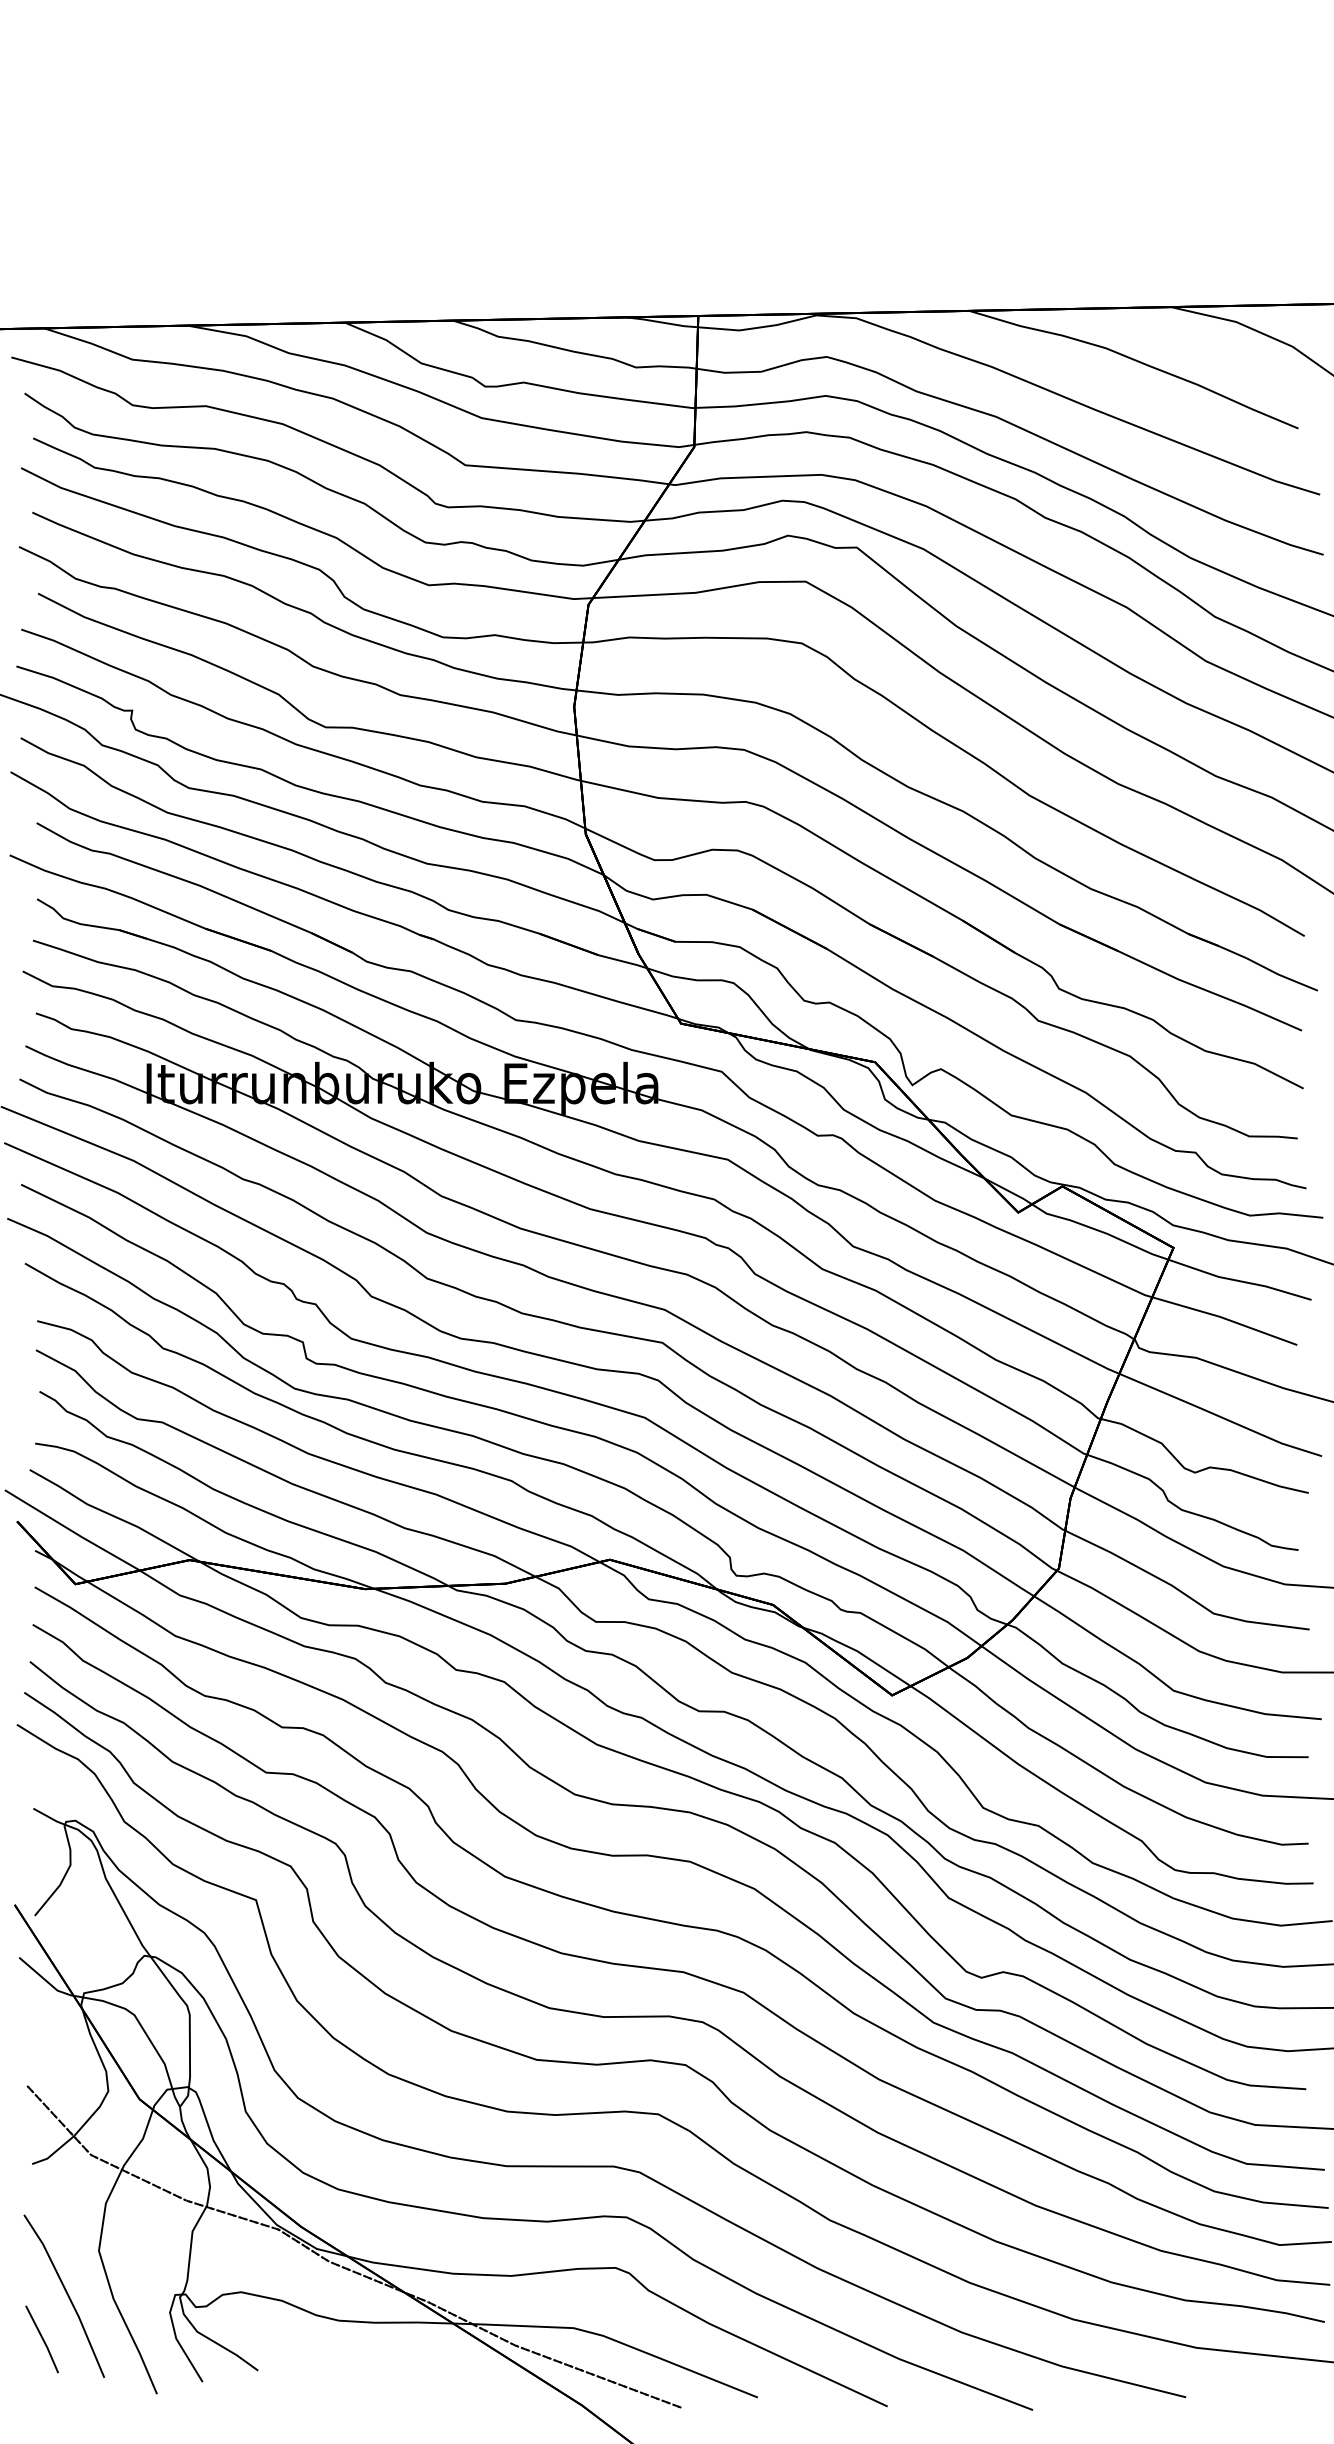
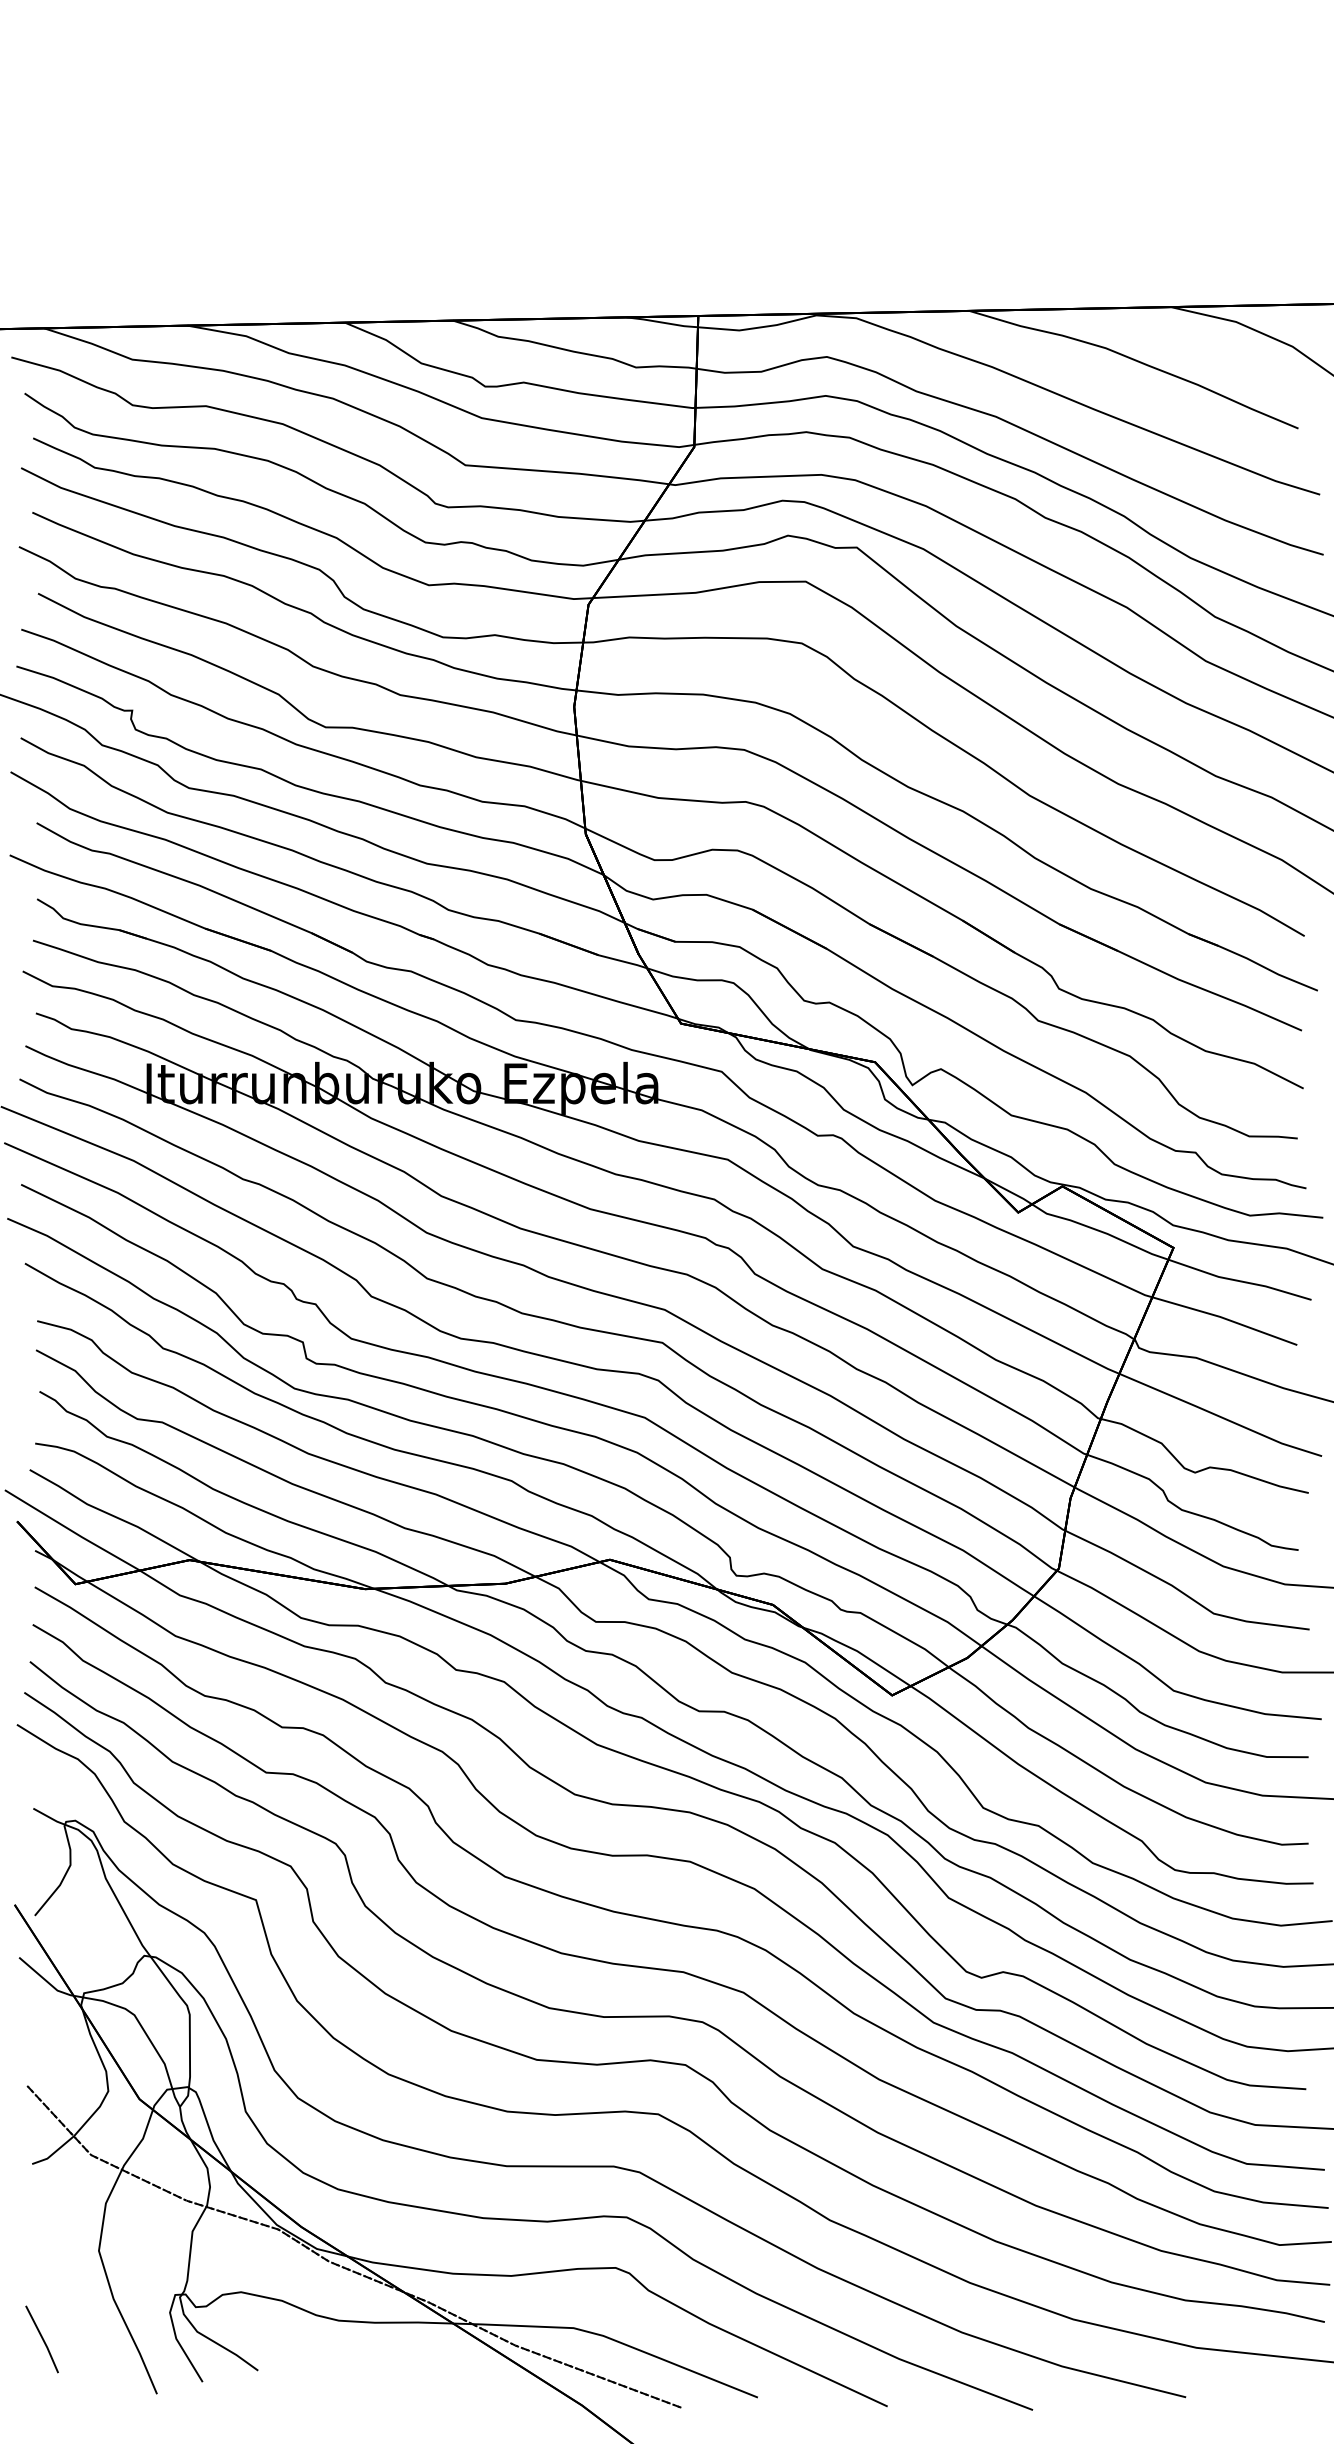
line at (66, 2294): present -> none
